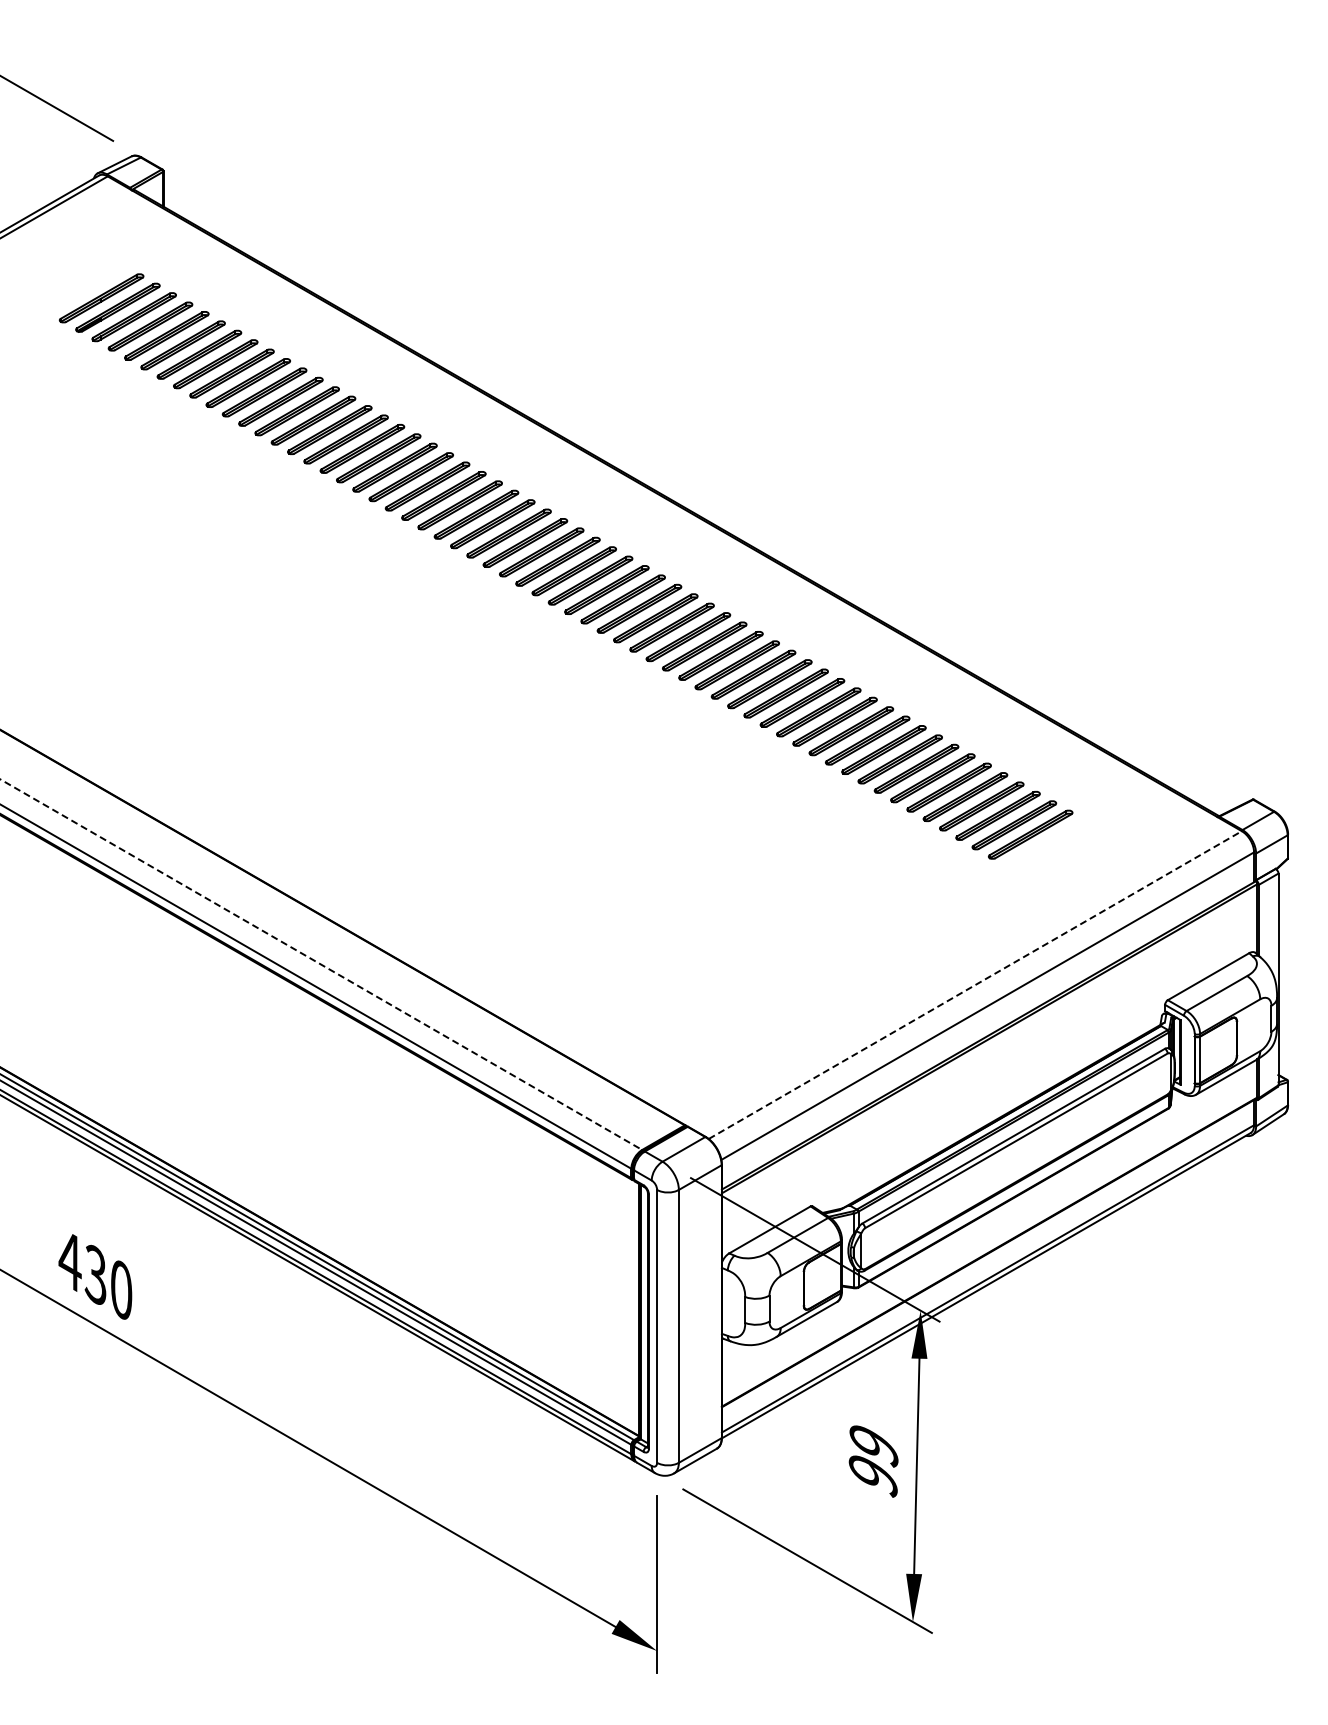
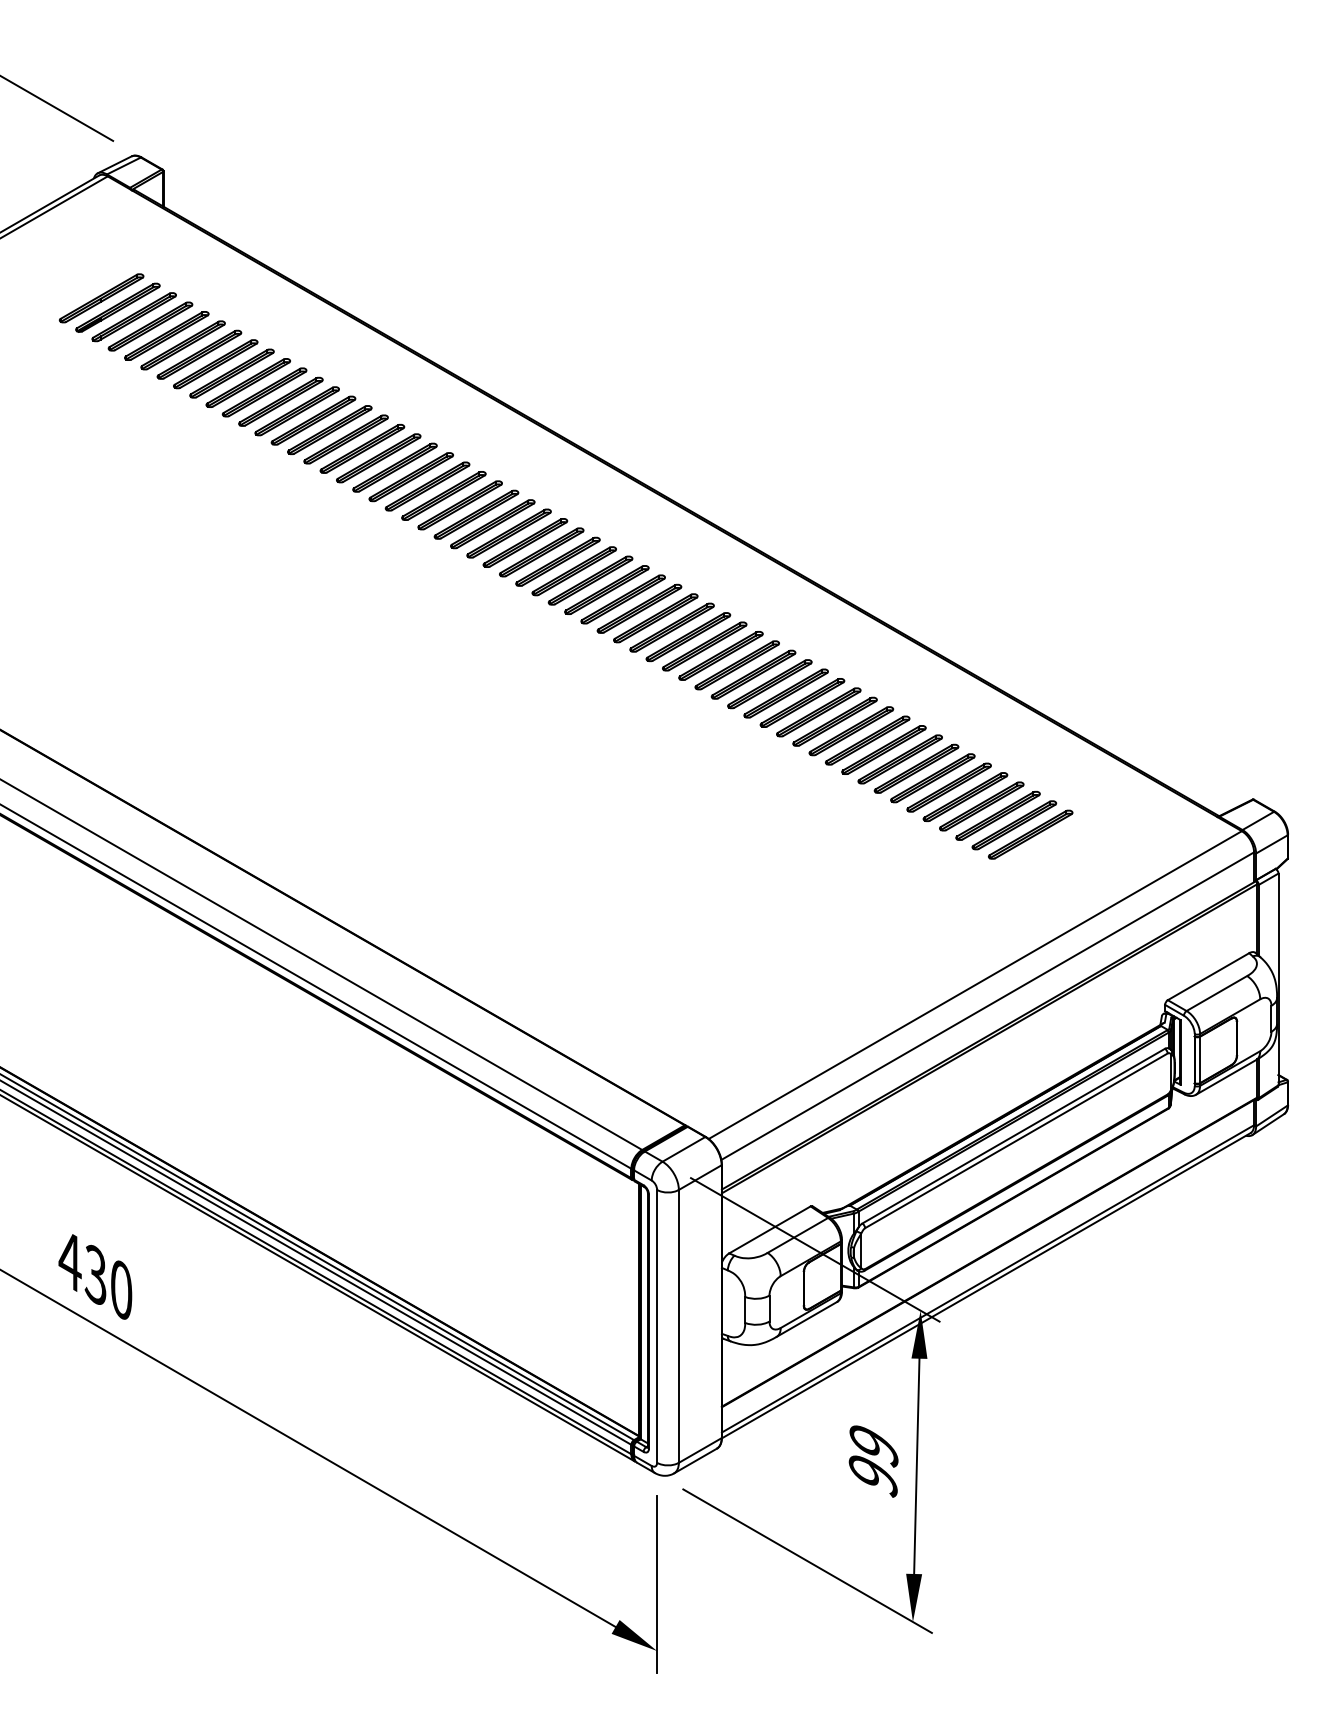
line at (321, 964): dashed -> solid
line at (975, 985): dashed -> solid
